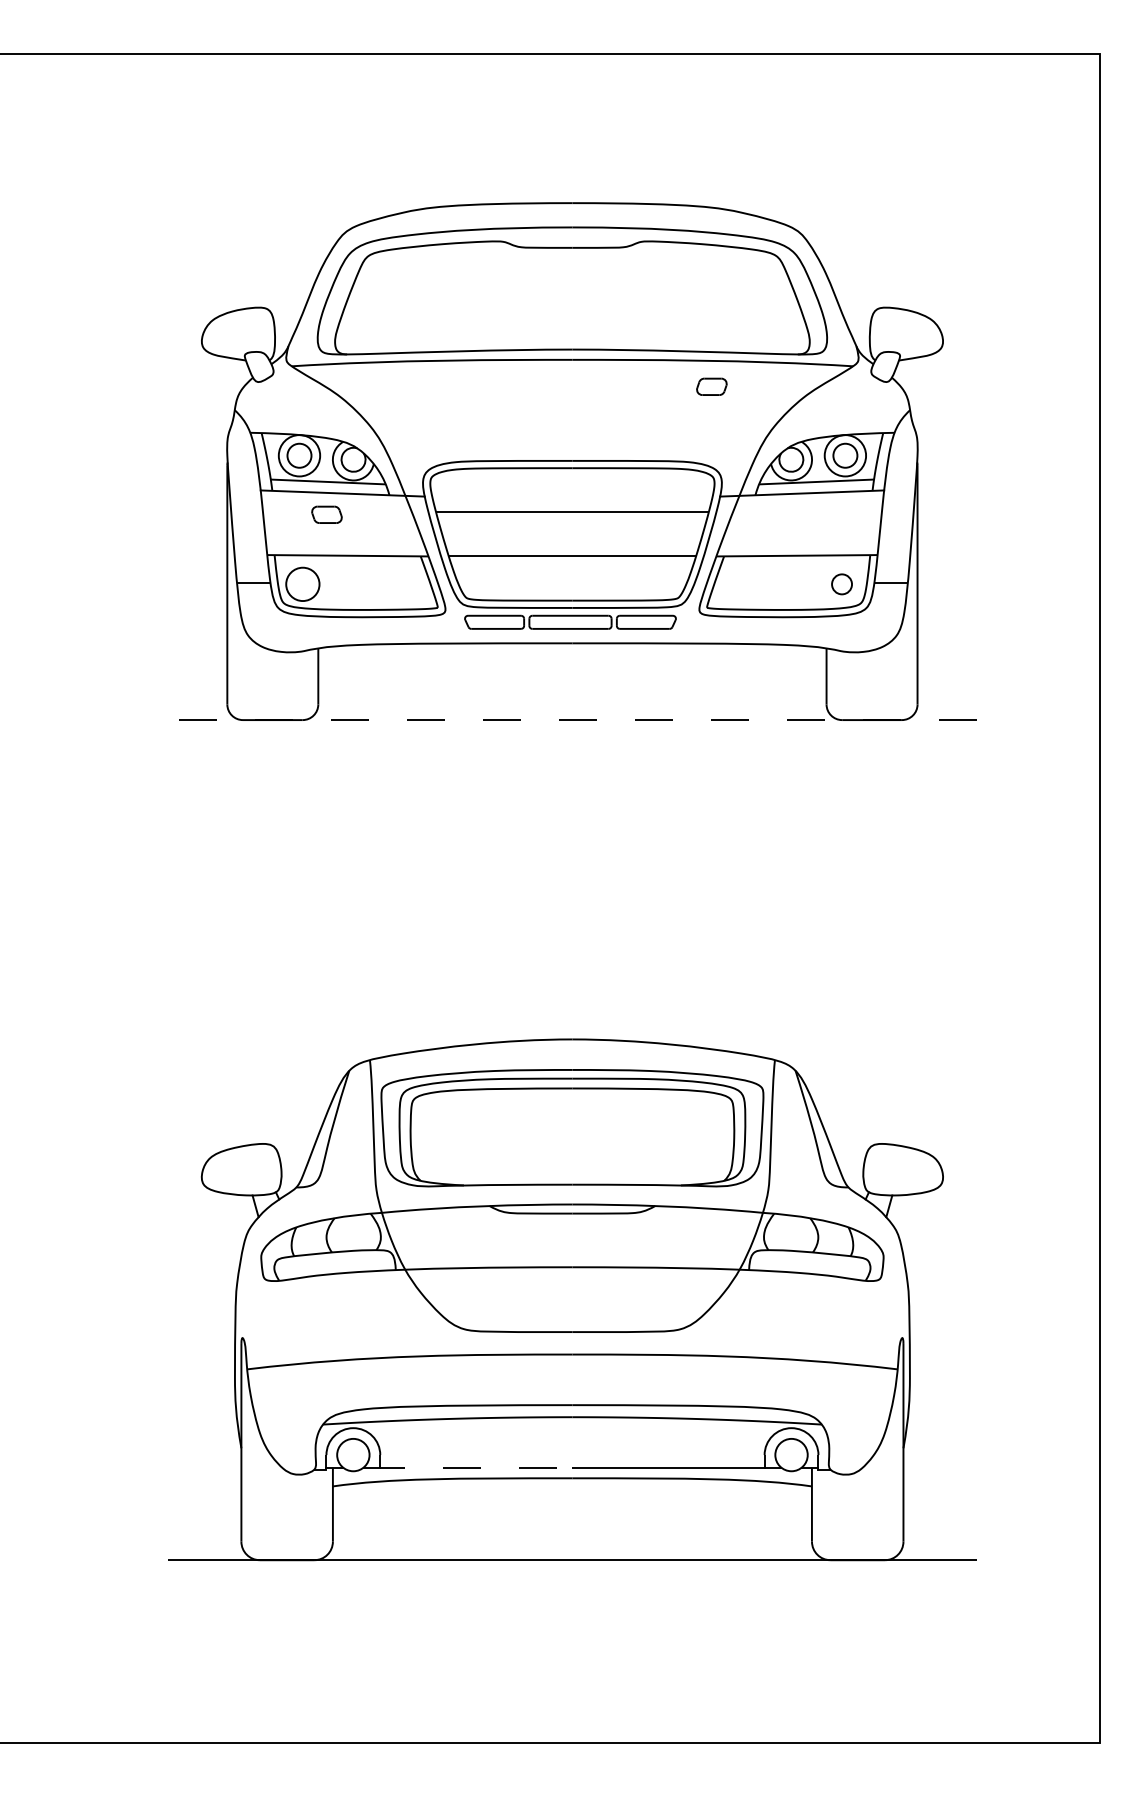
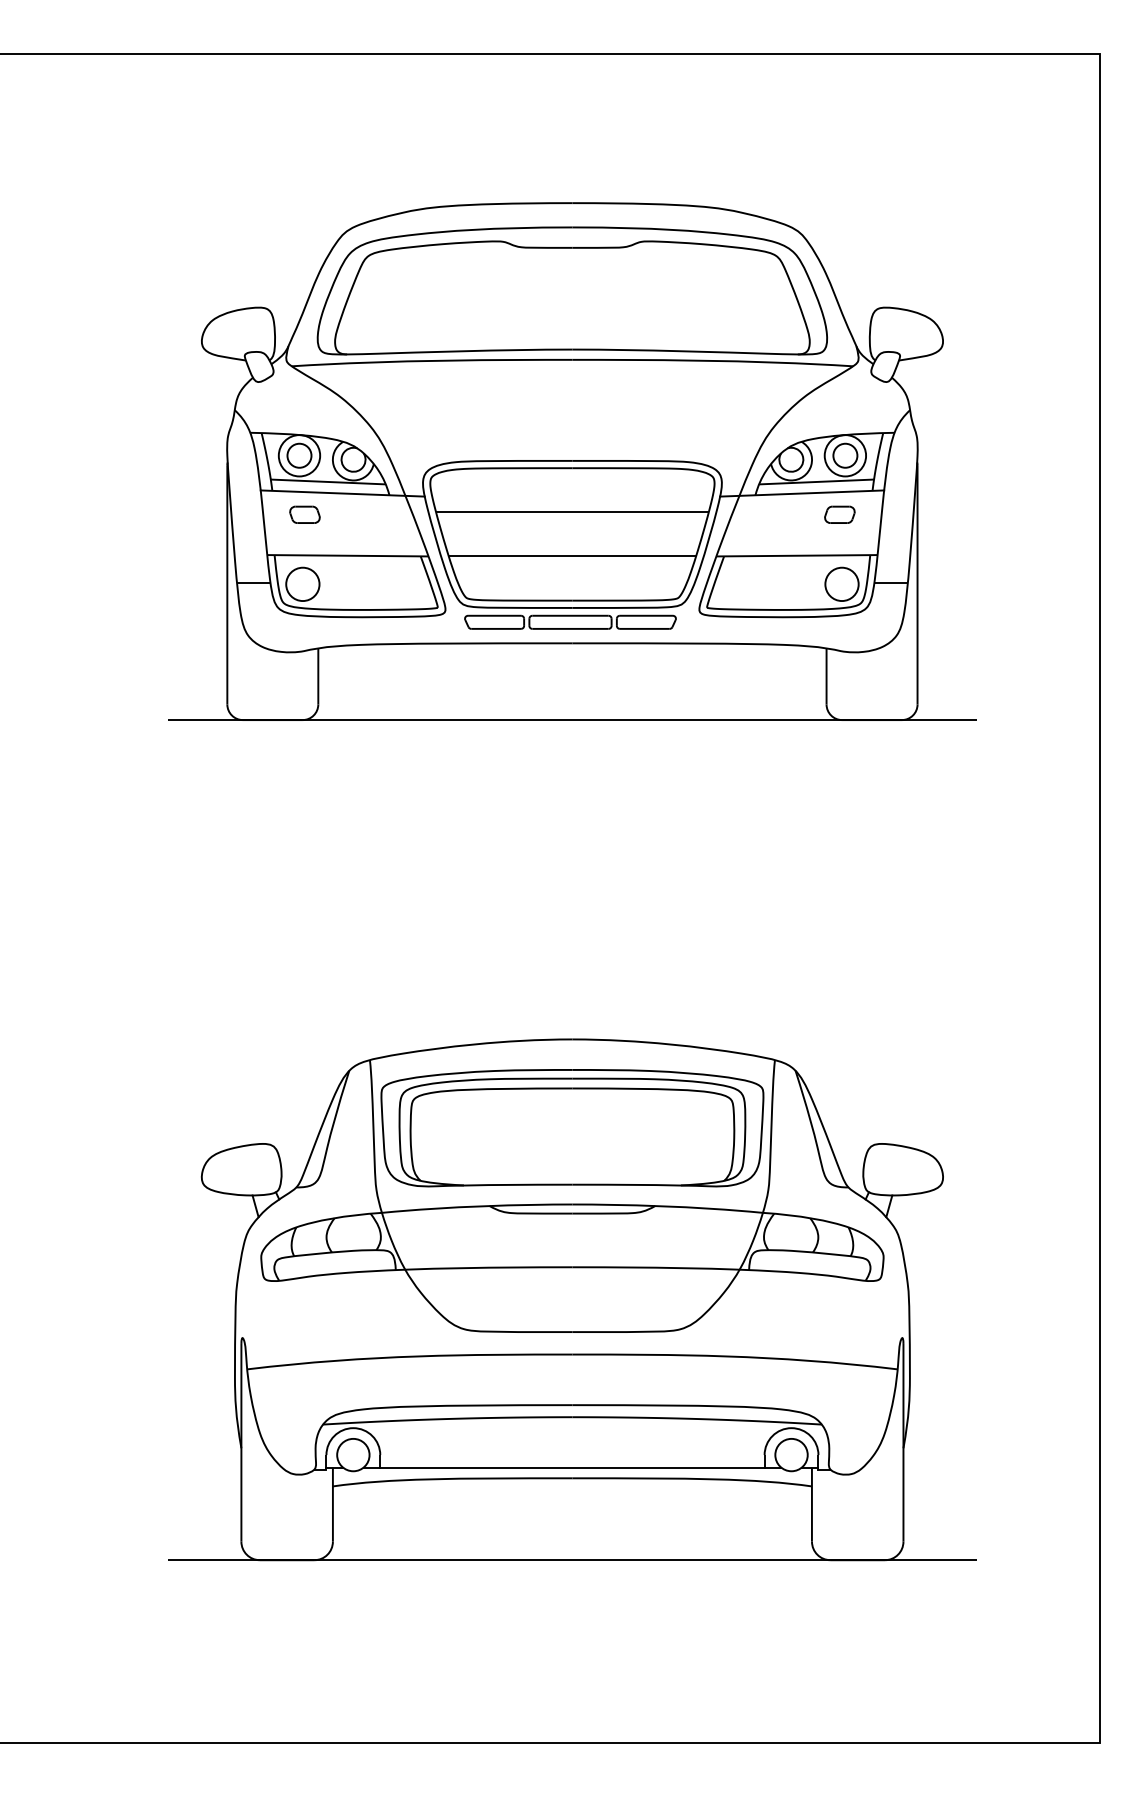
part at (711, 386) position: (711, 386) -> (839, 514)
part at (326, 514) position: (326, 514) -> (304, 514)
circle at (842, 584) diameter: 20 px -> 33 px
line at (572, 720): dashed -> solid
line at (468, 1468): dashed -> solid
